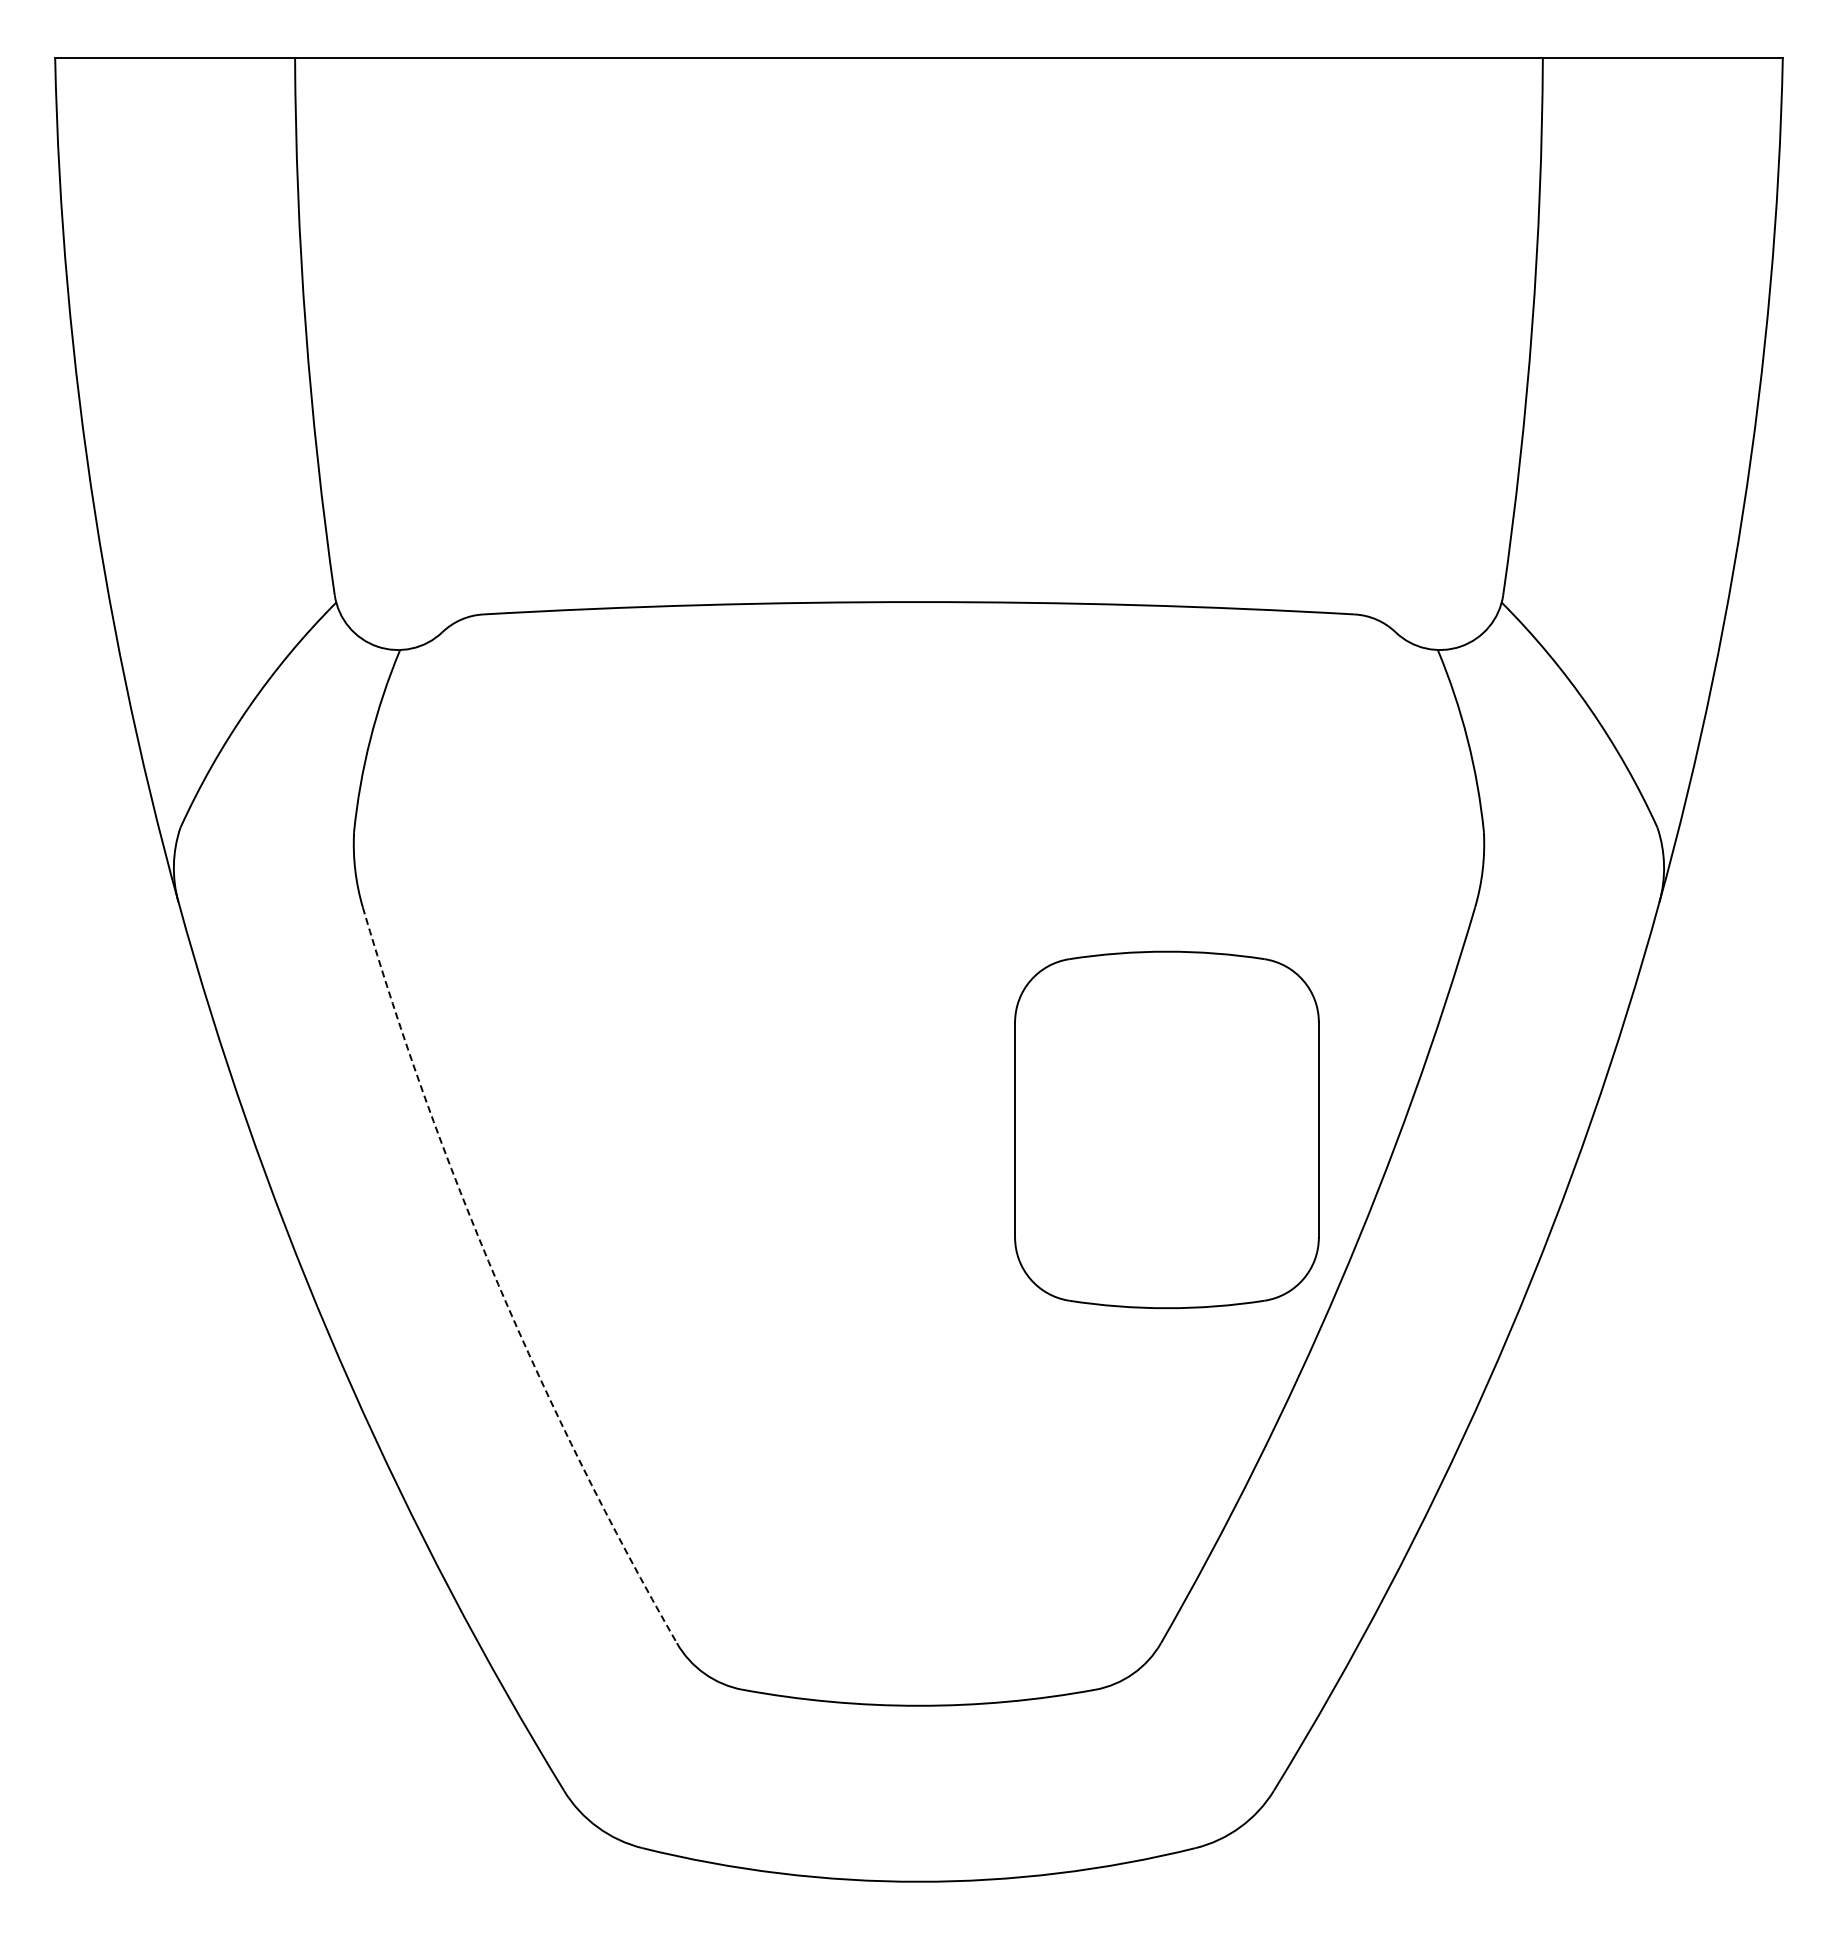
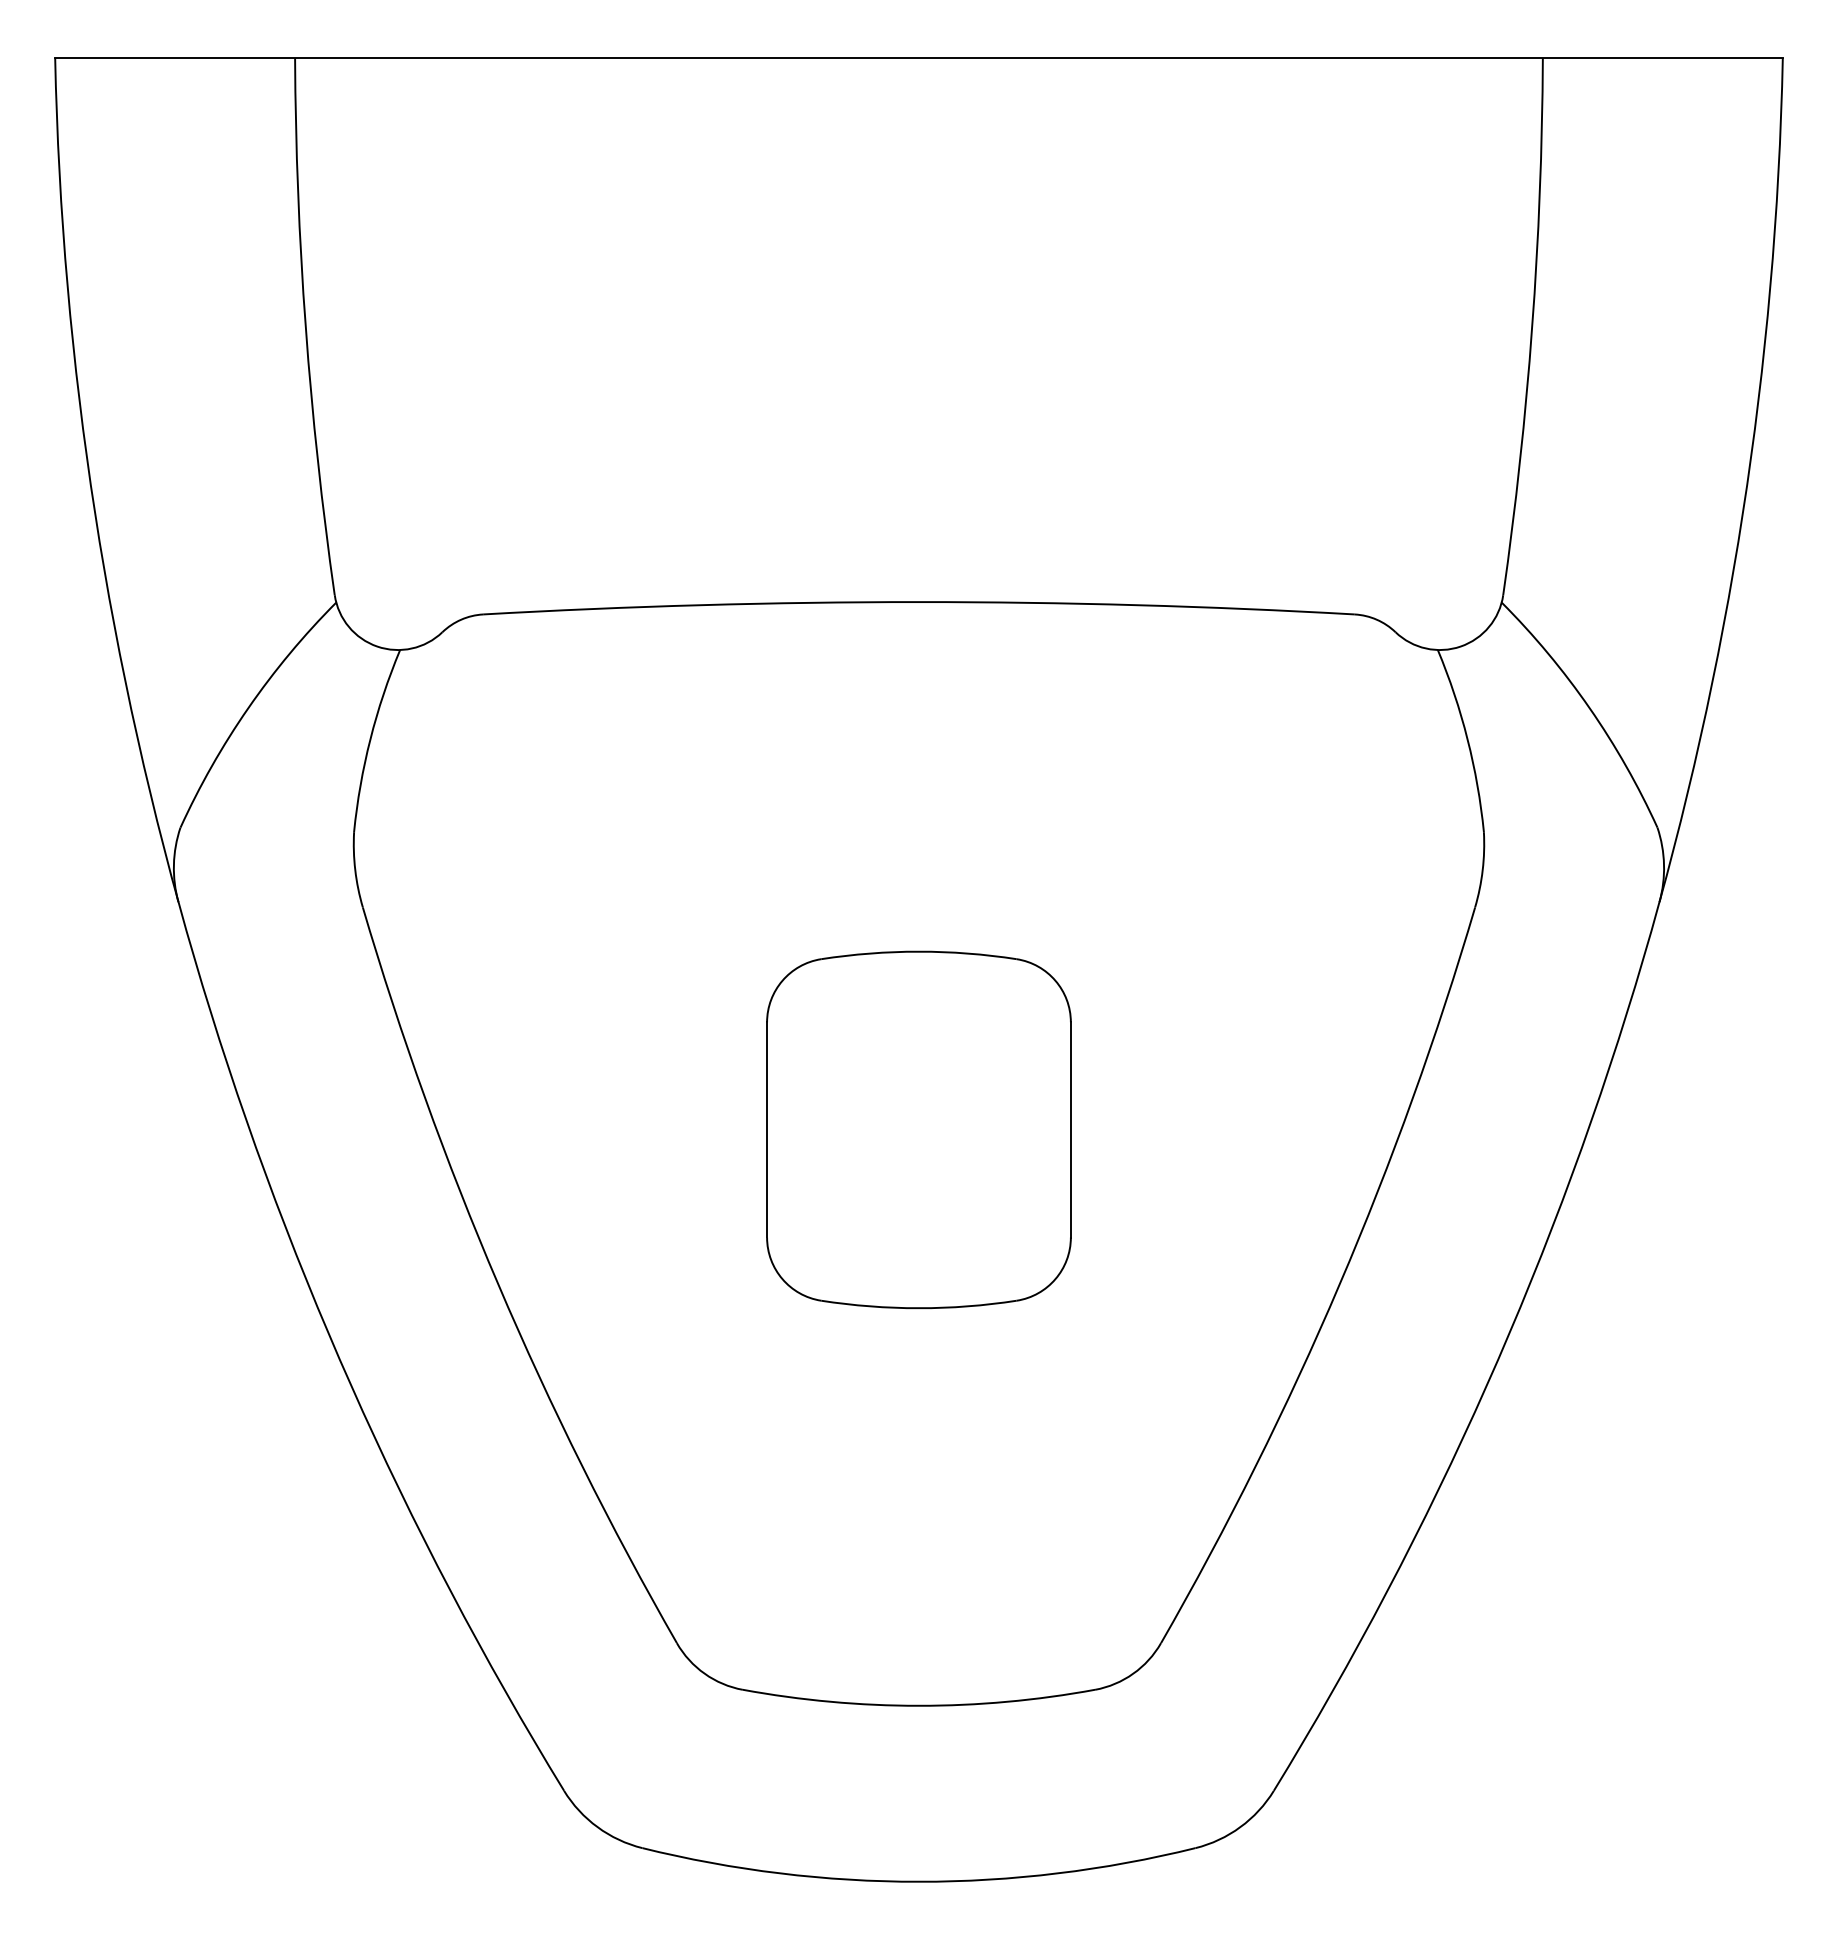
part at (1166, 1129) position: (1166, 1129) -> (918, 1129)
arc at (498, 1284): dashed -> solid
